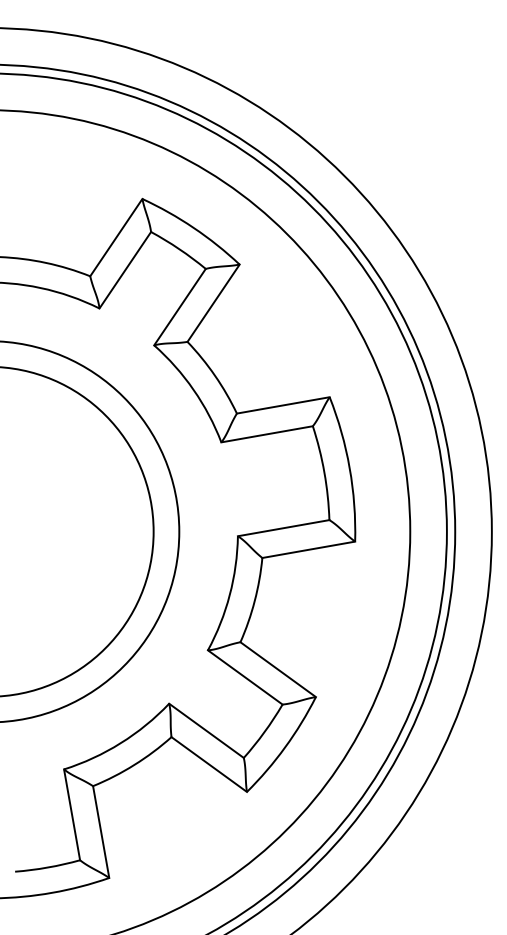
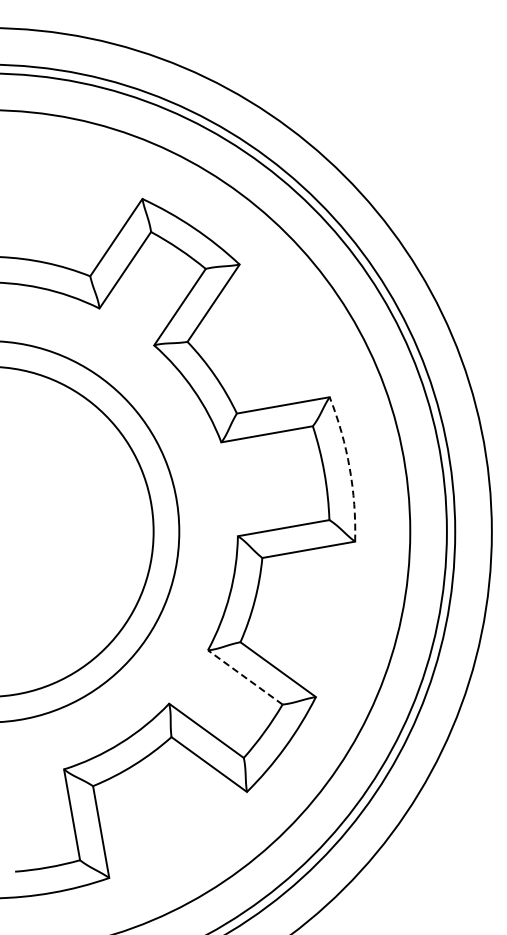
arc at (349, 468): solid -> dashed
line at (244, 677): solid -> dashed
